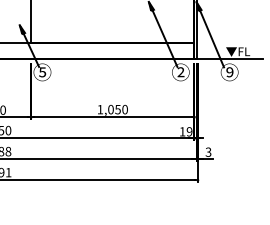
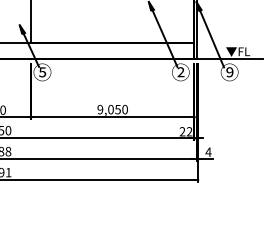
text at (100, 109): 1,050 -> 9,050
text at (185, 131): 19 -> 22
text at (208, 151): 3 -> 4
